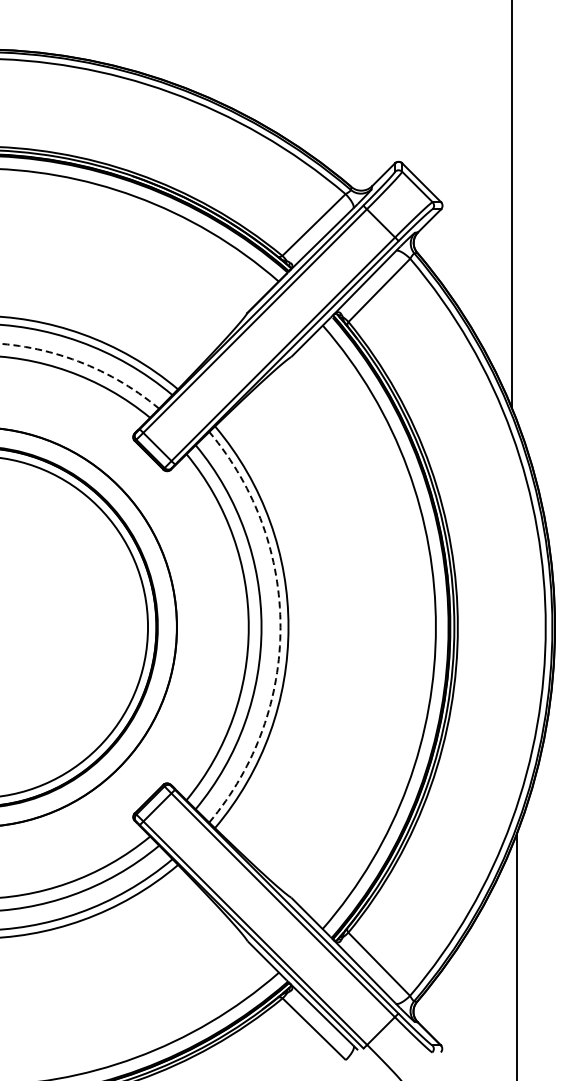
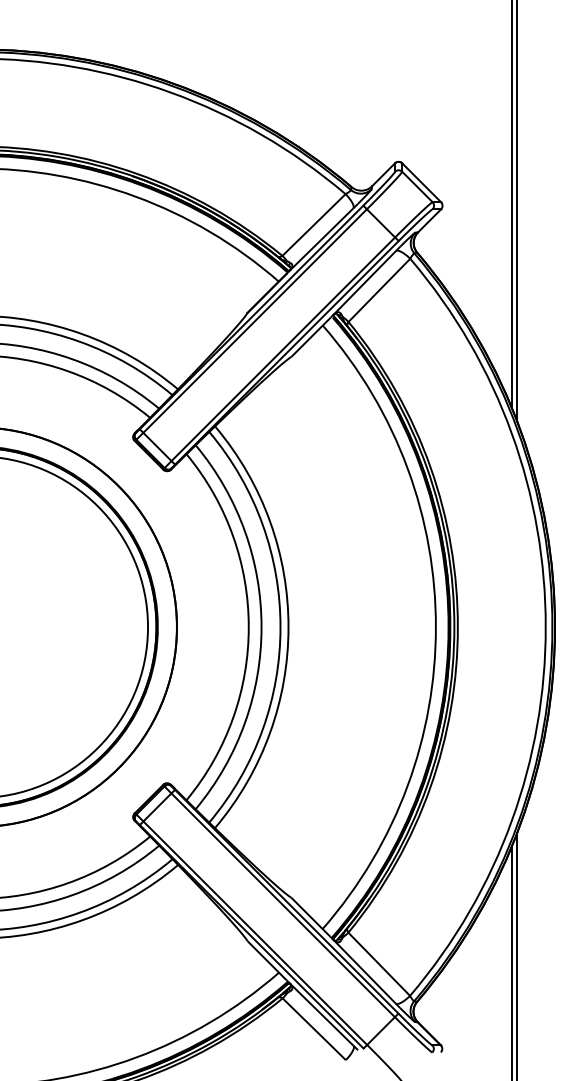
line at (517, 211): none -> present
arc at (83, 363): dashed -> solid
arc at (280, 627): dashed -> solid
line at (511, 961): none -> present
